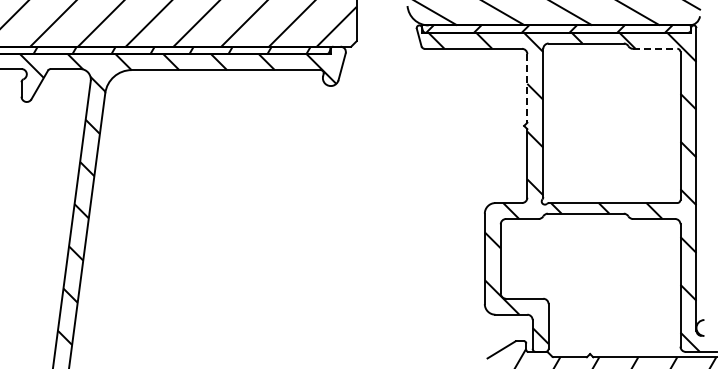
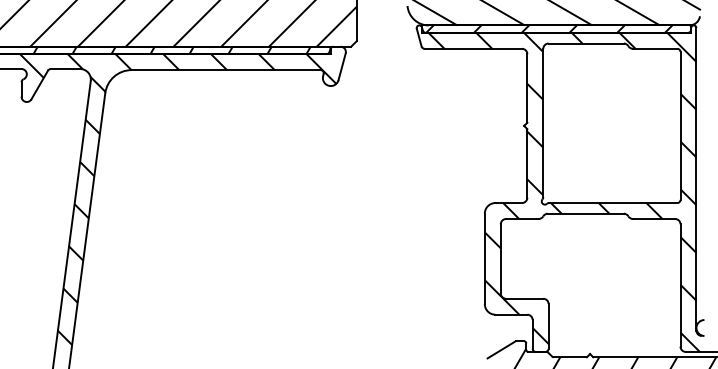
line at (655, 48): dashed -> solid
line at (527, 88): dashed -> solid
